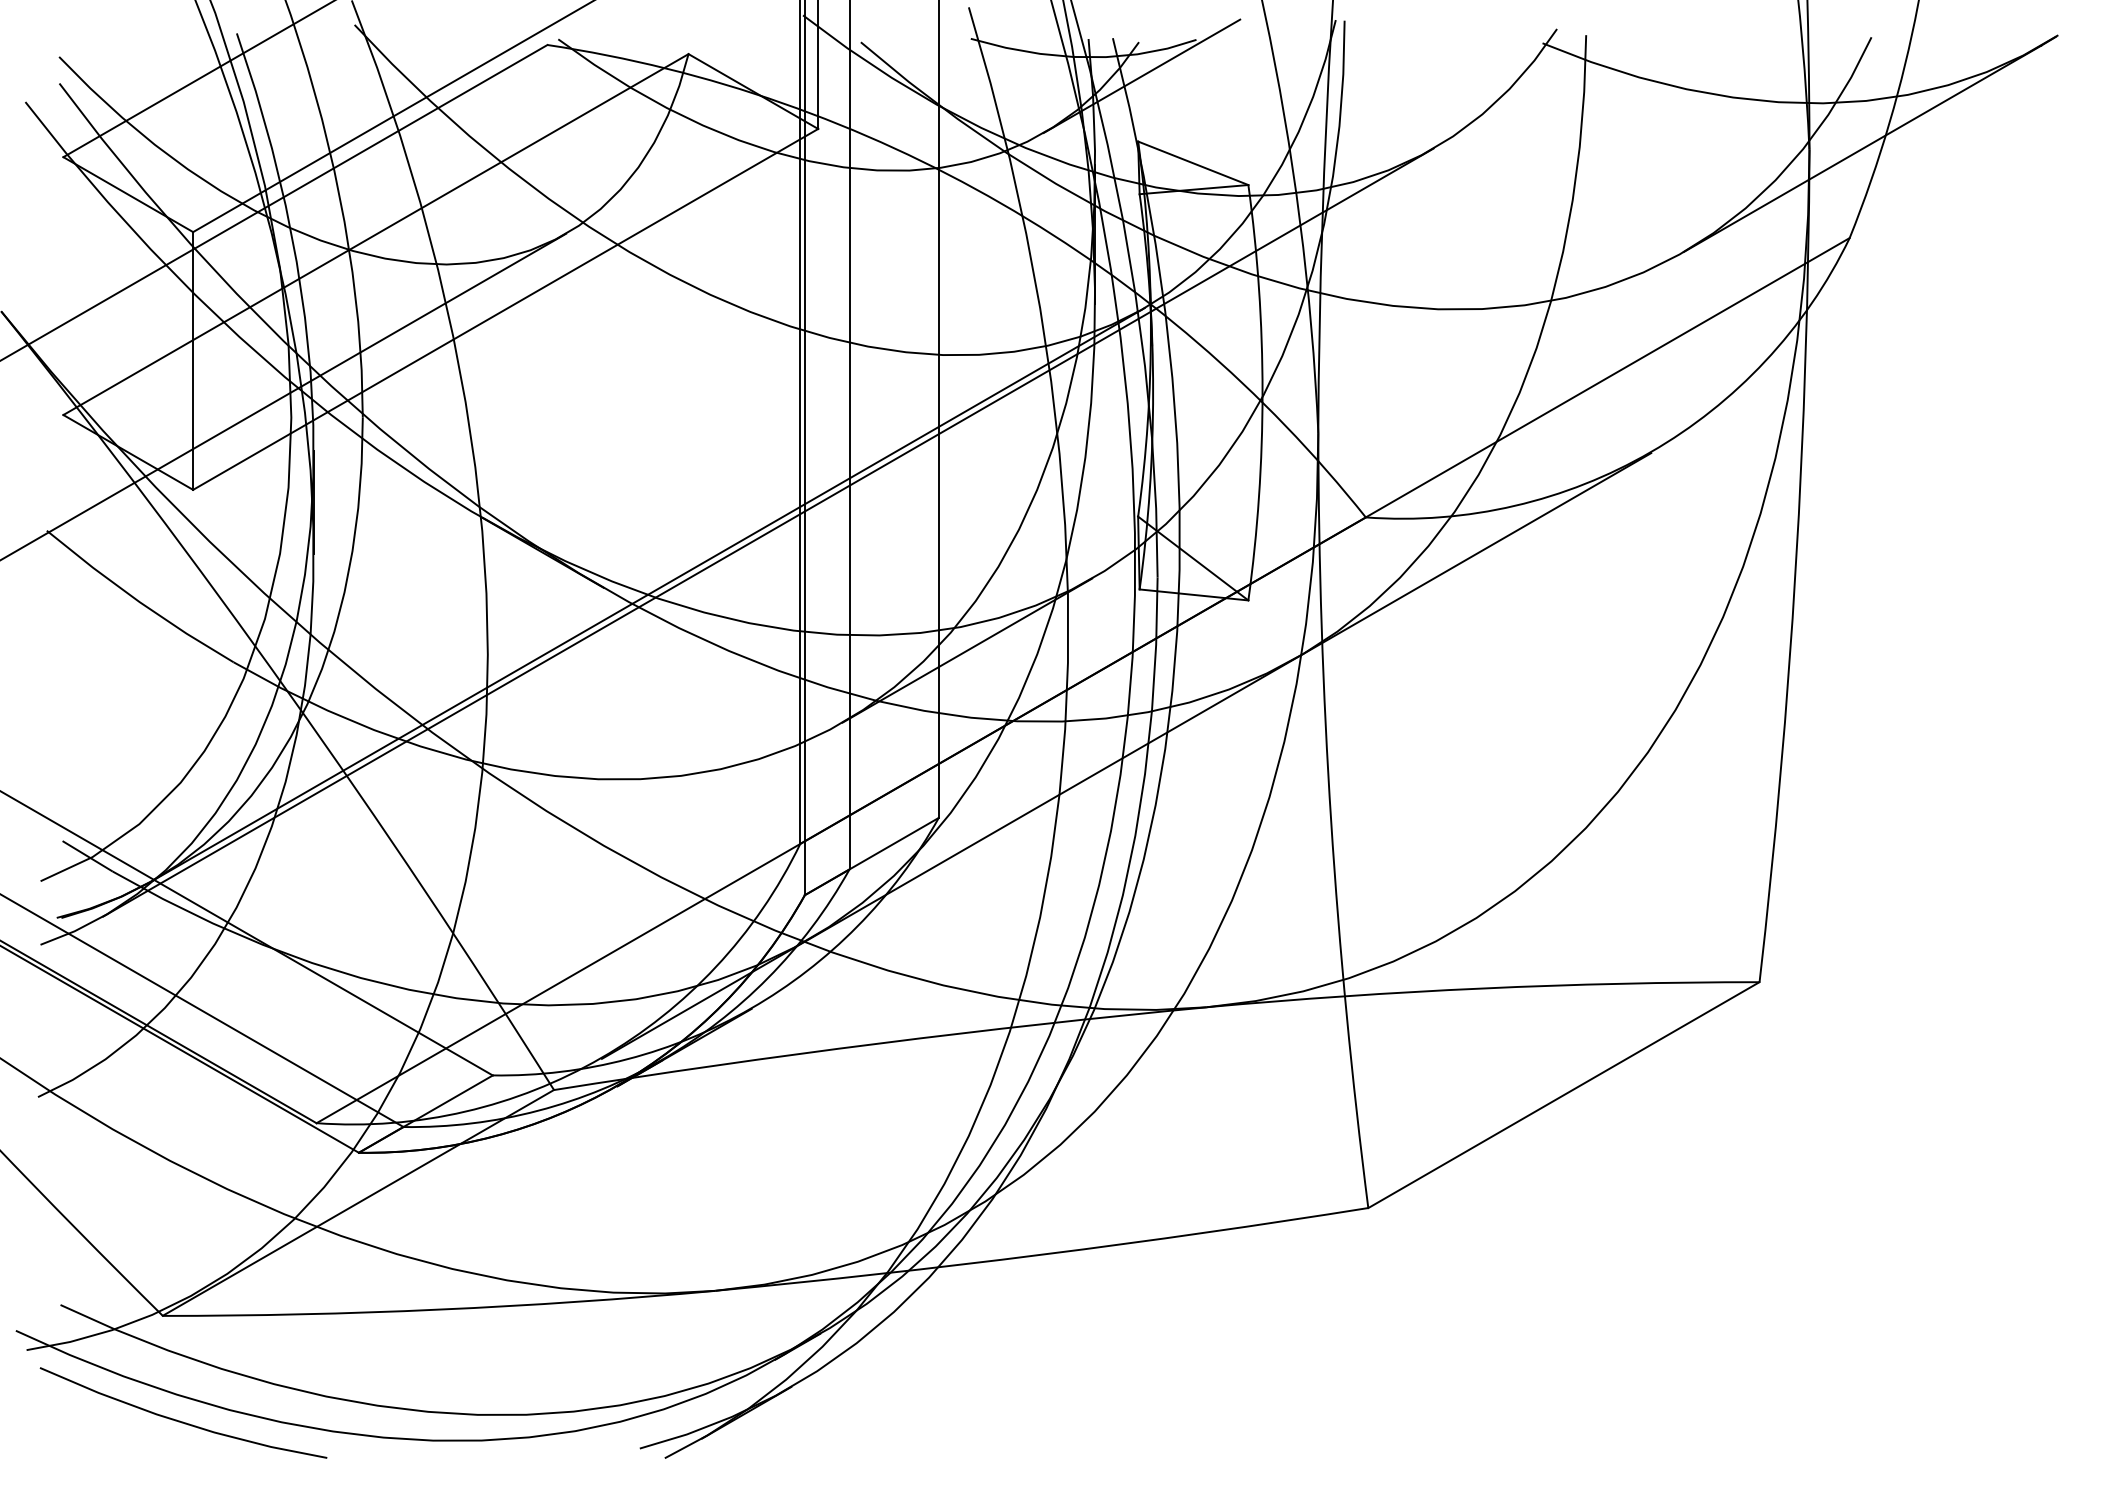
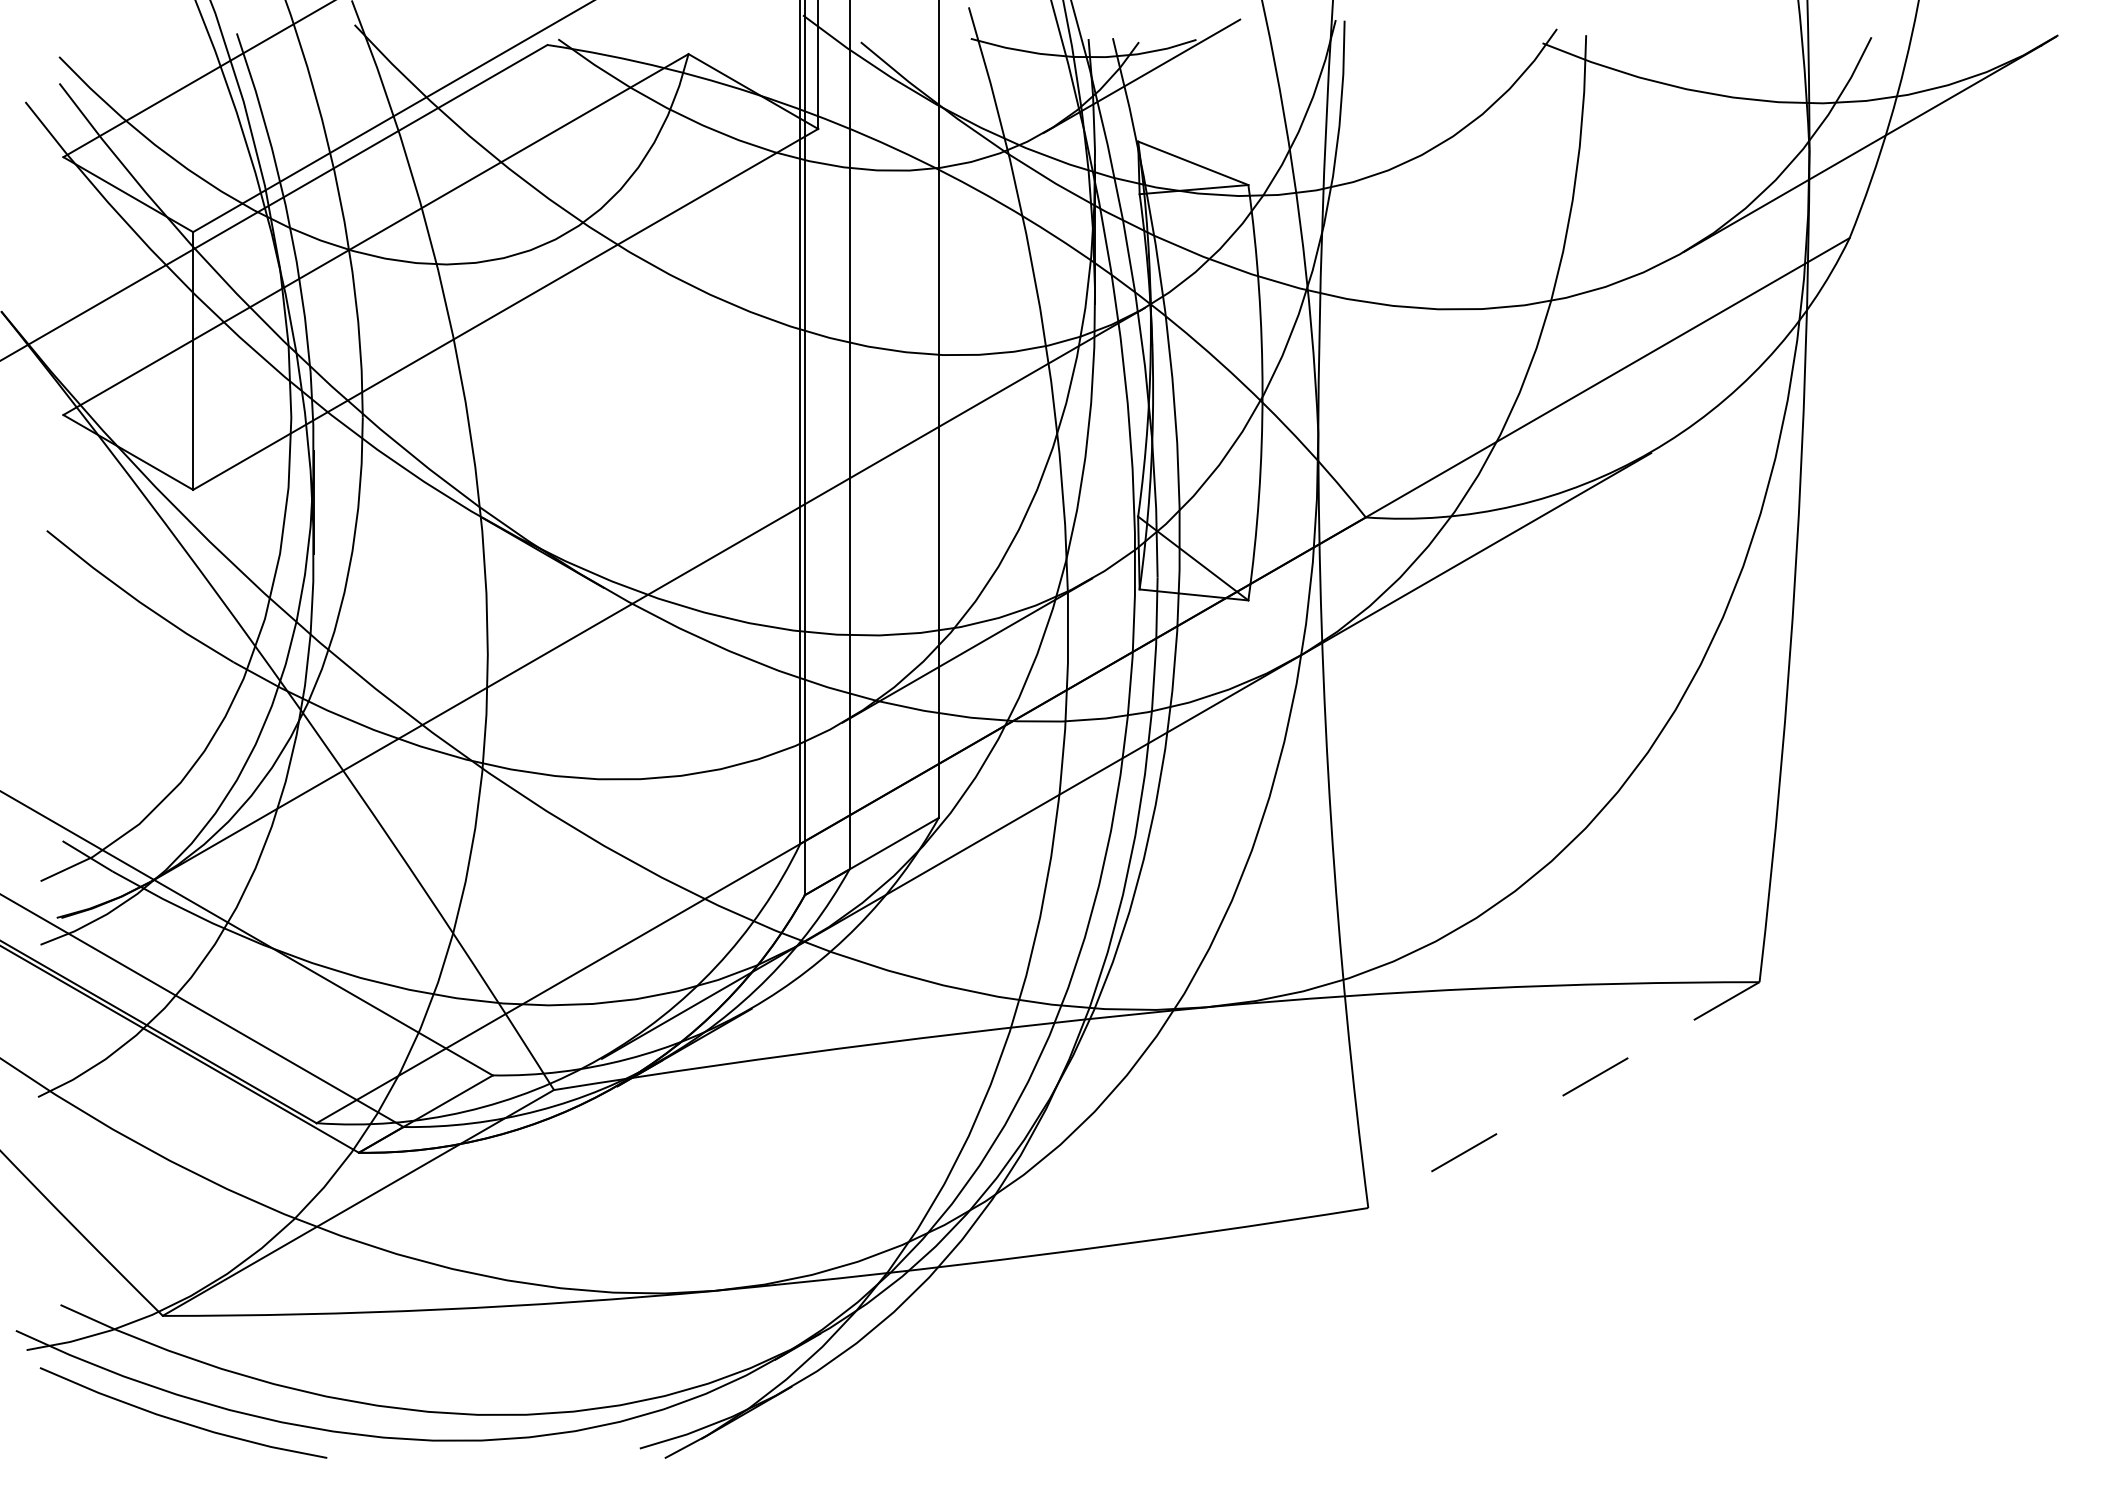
line at (284, 396): present -> none
line at (768, 532): present -> none
line at (1563, 1095): solid -> dashed
